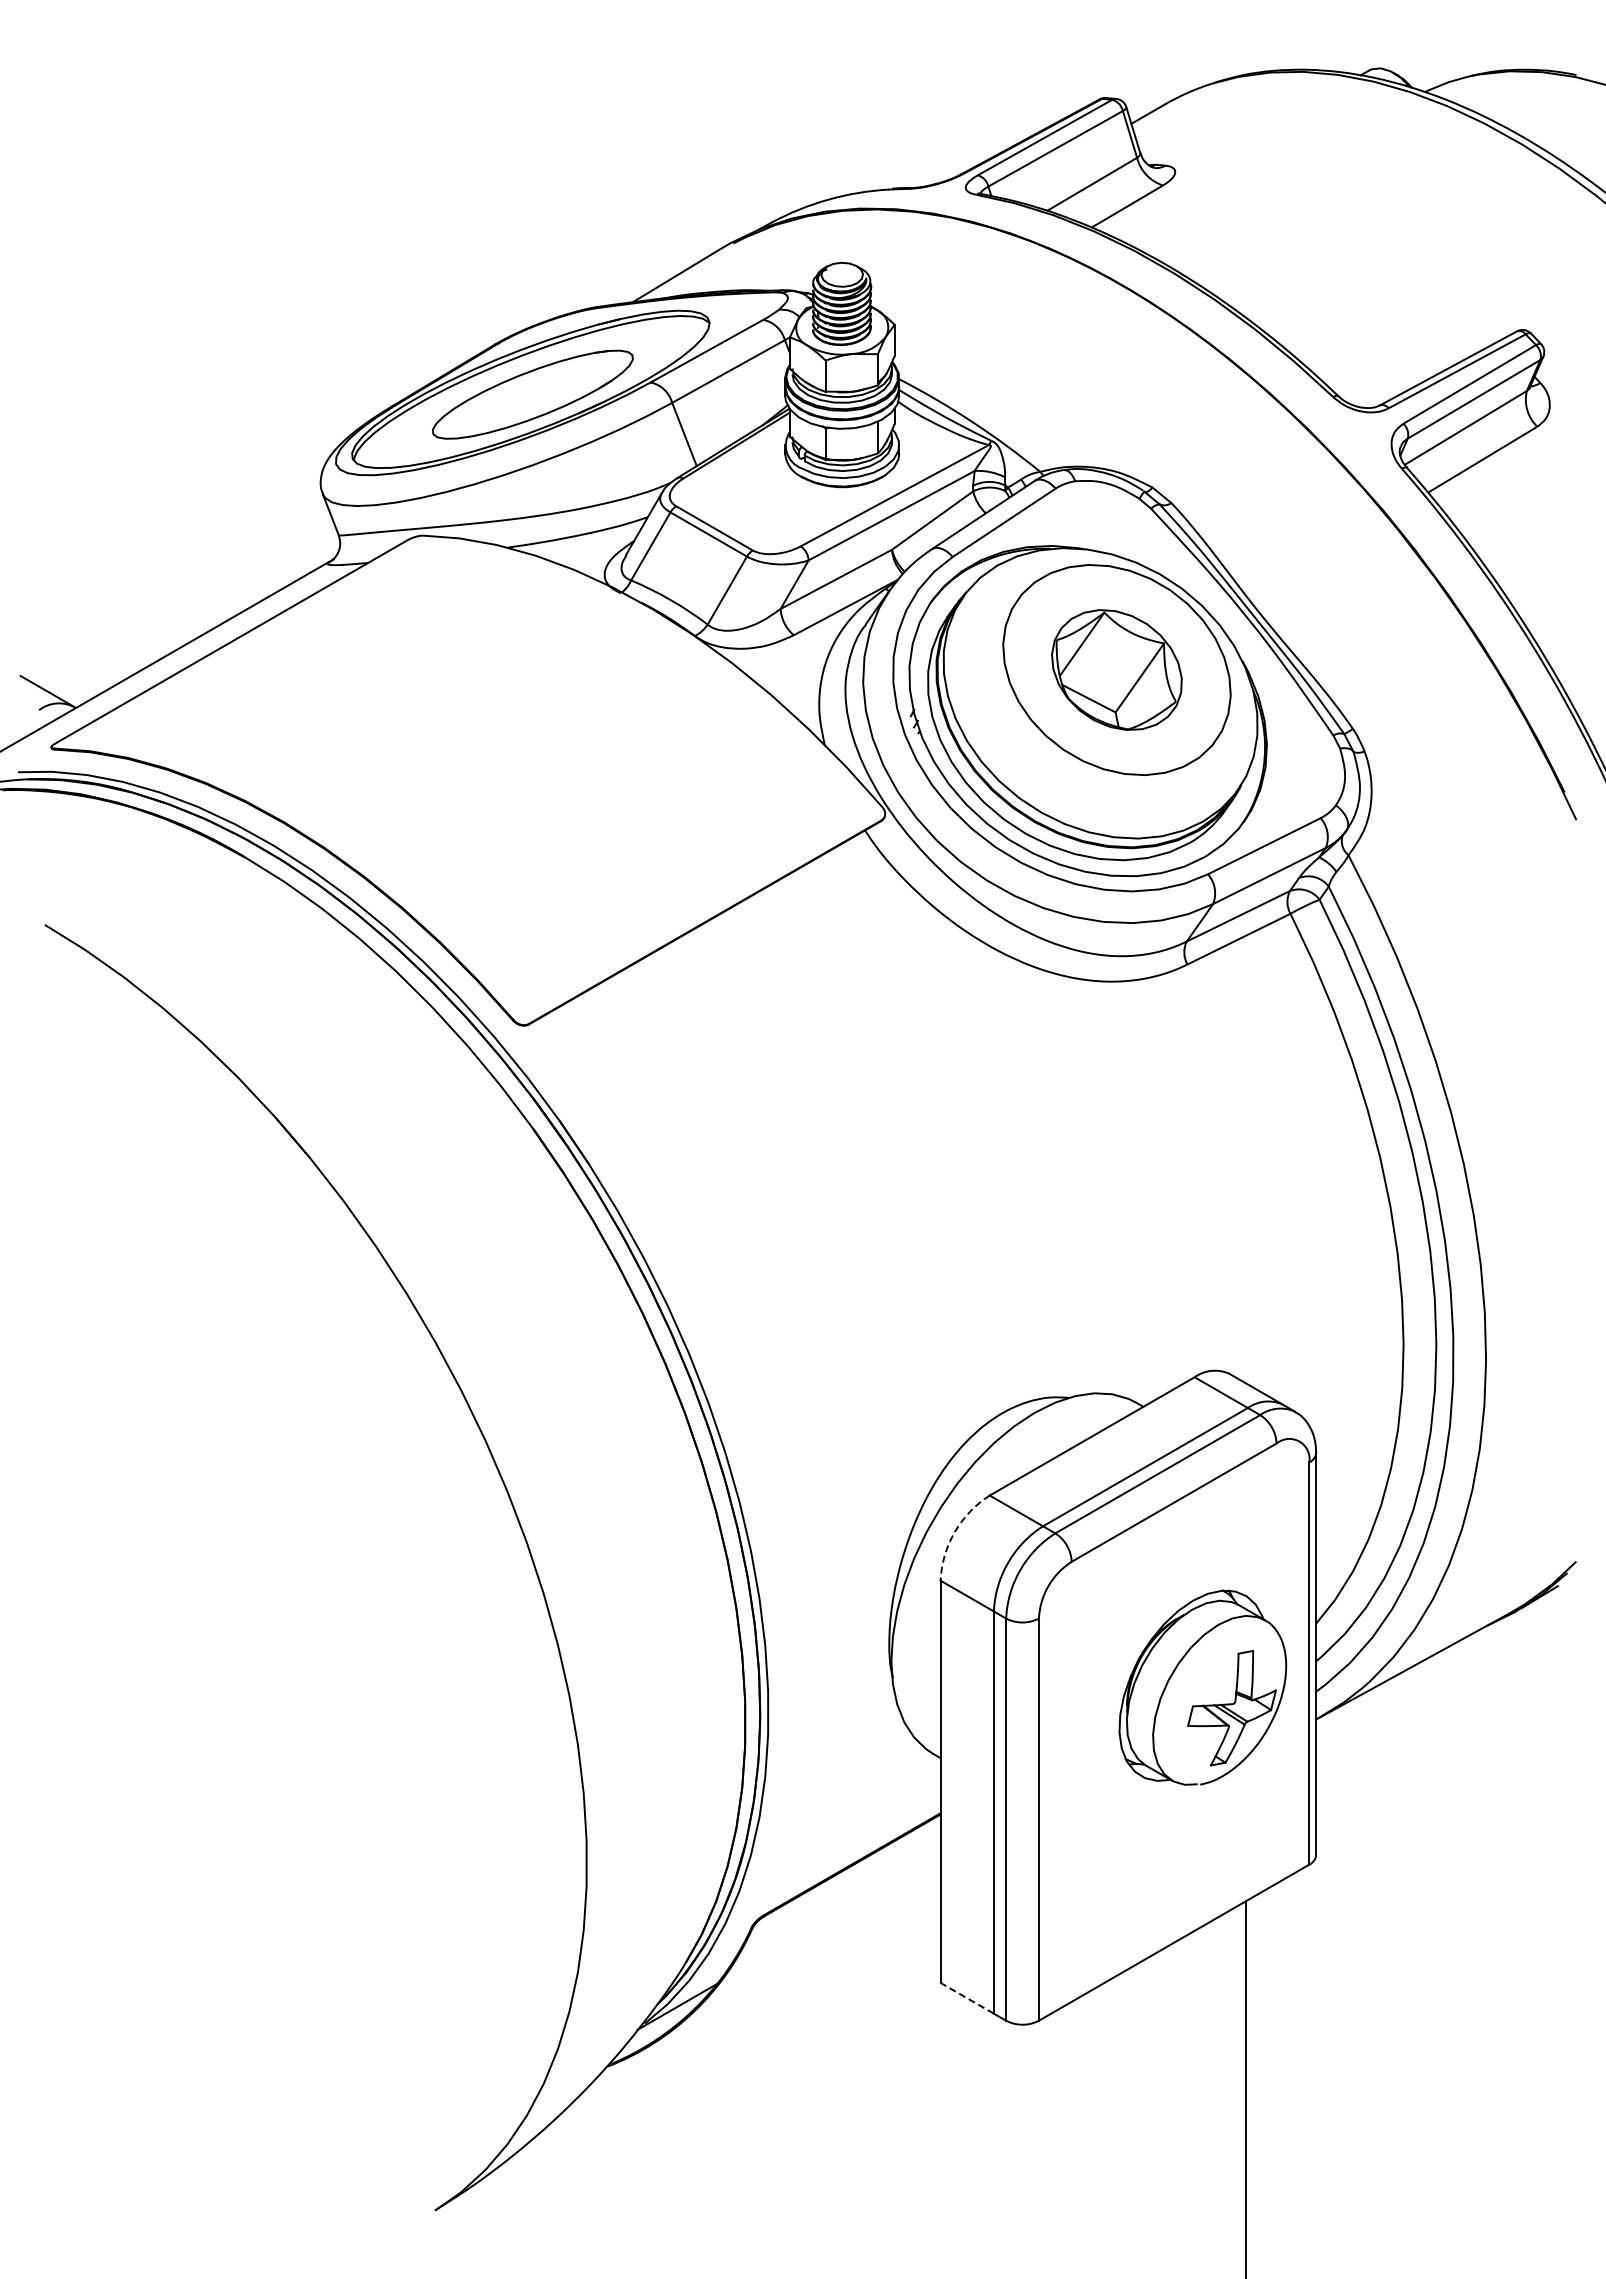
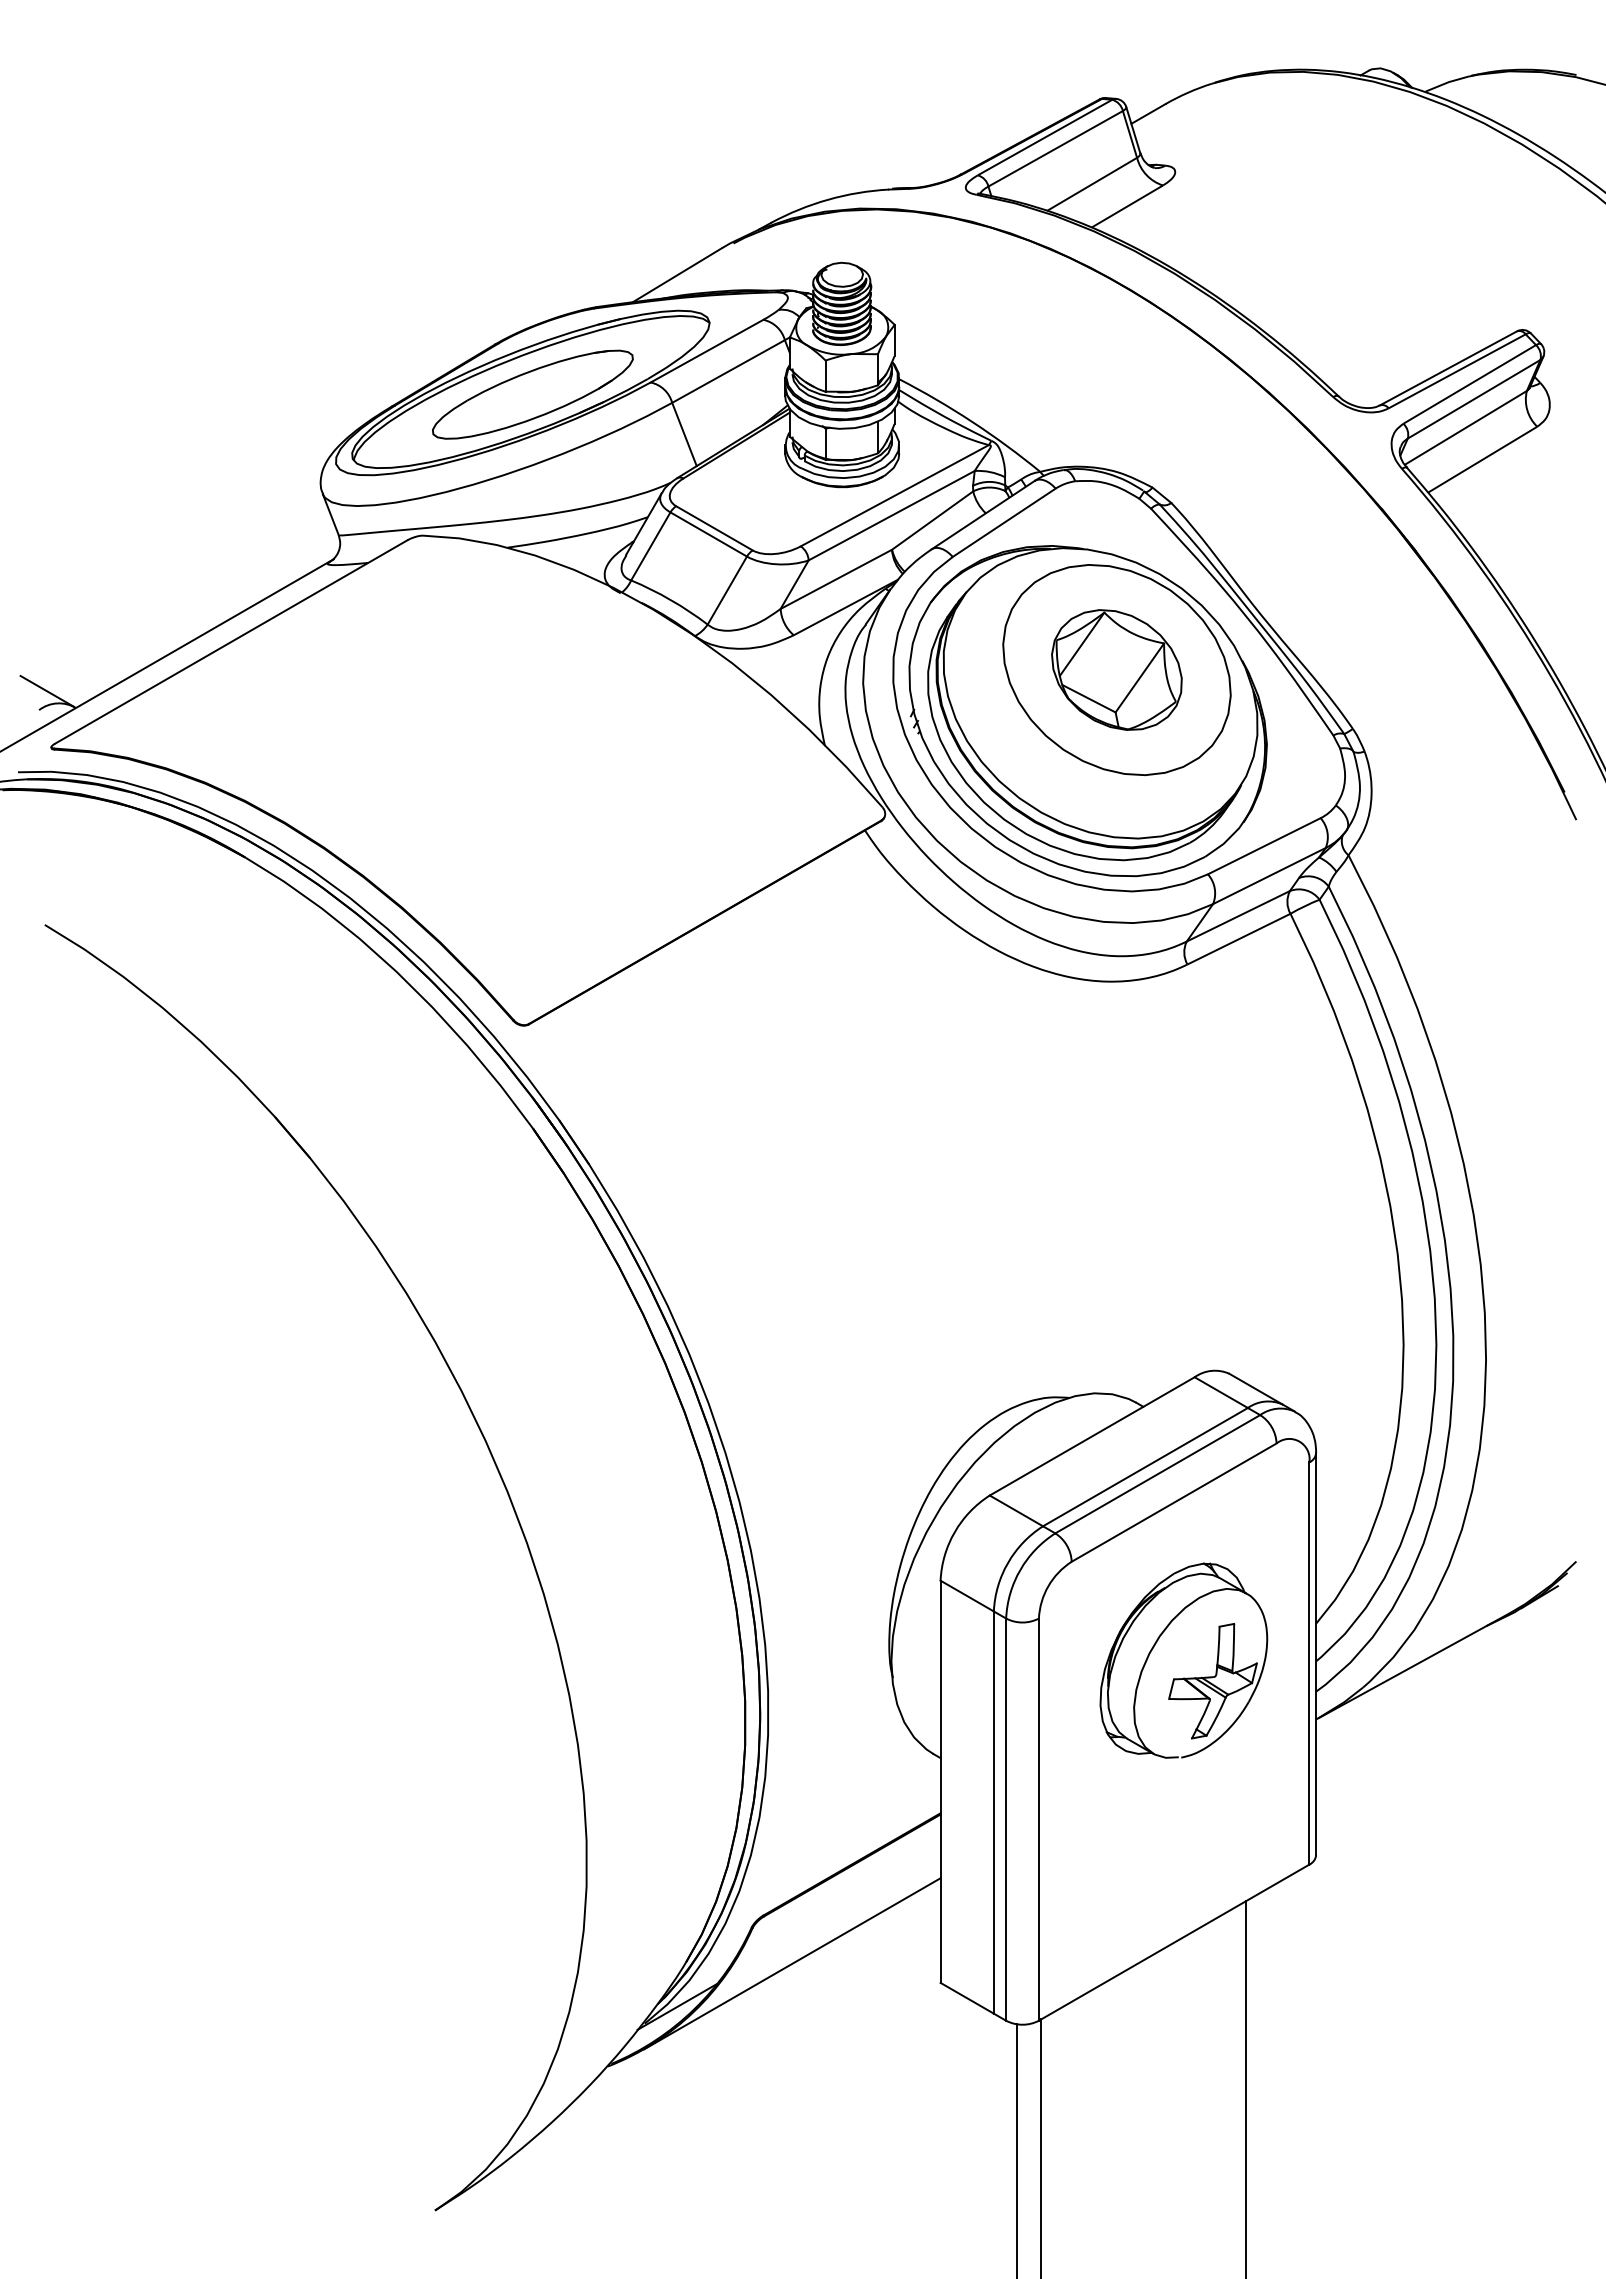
arc at (954, 1532): dashed -> solid
part at (1202, 1704) position: (1202, 1704) -> (1183, 1677)
line at (792, 1963): none -> present
line at (967, 1998): dashed -> solid
line at (1041, 2147): none -> present
line at (1016, 2149): none -> present
